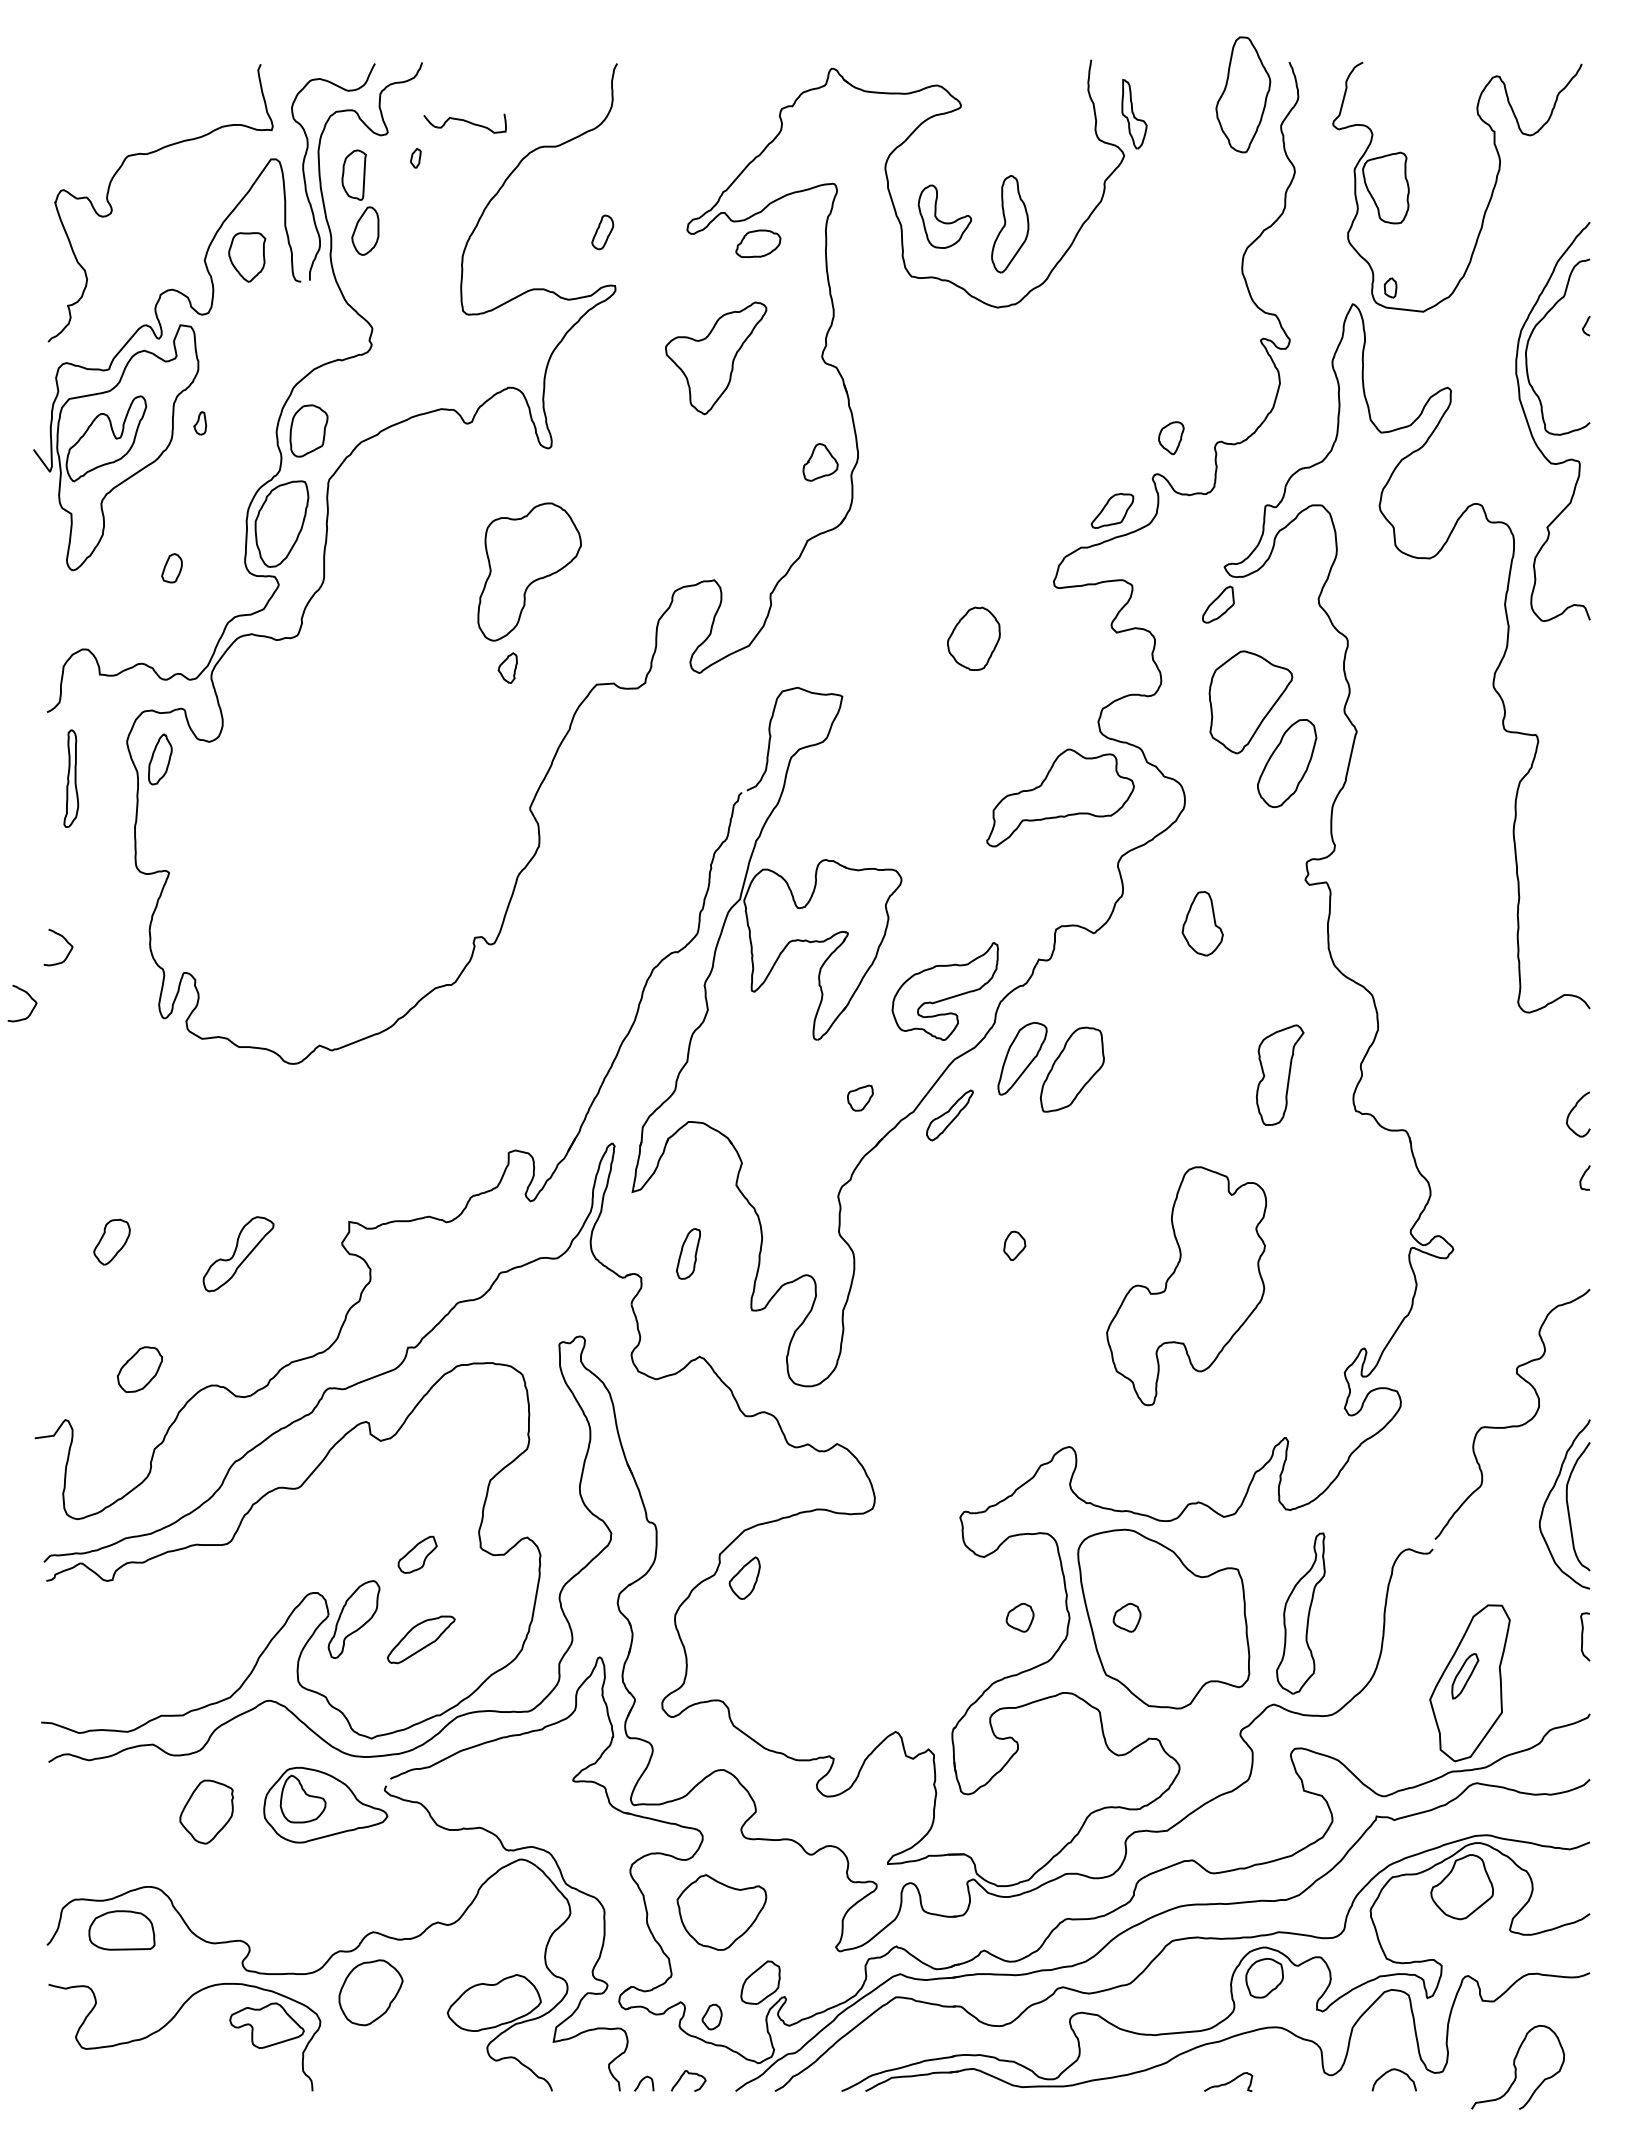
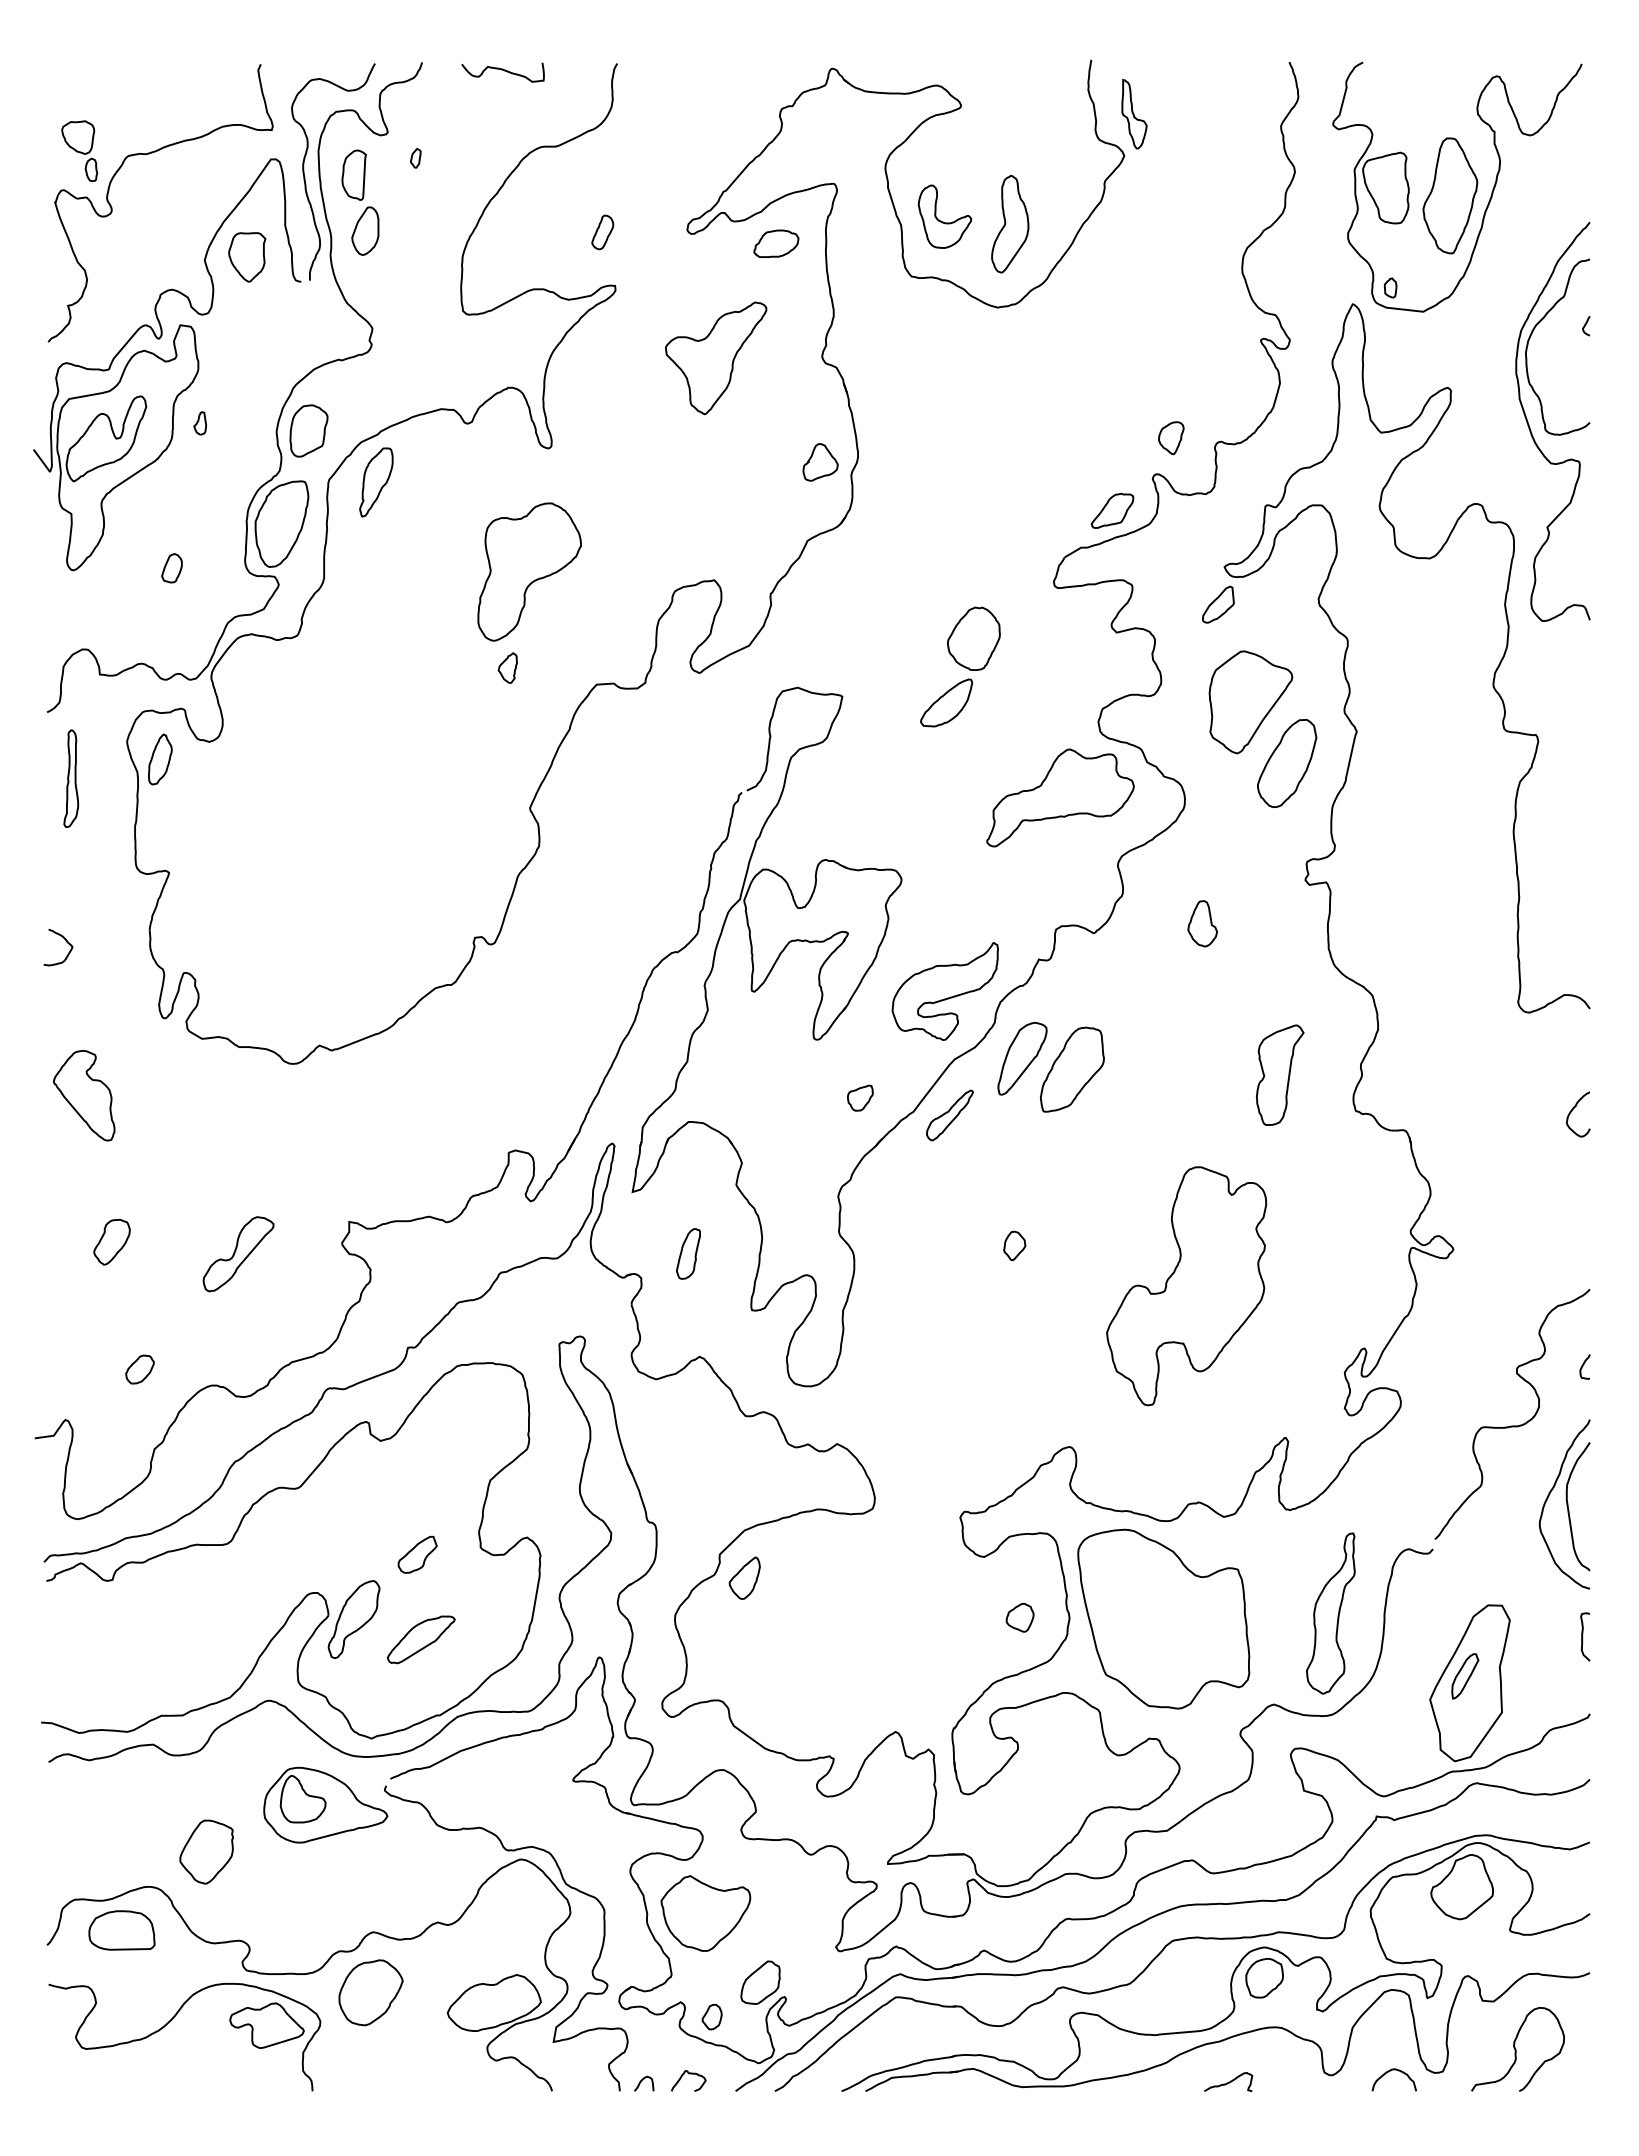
part at (1243, 94) position: (1243, 94) -> (1450, 195)
curve at (464, 121) position: (464, 121) -> (502, 70)
part at (79, 150): none -> present
part at (758, 243) position: (758, 243) -> (776, 243)
part at (376, 482): none -> present
part at (946, 702): none -> present
part at (1202, 923) size: 43x66 px -> 31x48 px
curve at (30, 998): present -> none
part at (84, 1095): none -> present
curve at (1583, 1177) position: (1583, 1177) -> (1583, 1366)
part at (139, 1369) size: 47x47 px -> 30x31 px
part at (1300, 1613) position: (1300, 1613) -> (1330, 1613)
part at (1126, 1617): present -> none
part at (206, 1811) position: (206, 1811) -> (206, 1851)
part at (721, 1912) position: (721, 1912) -> (705, 1913)
curve at (1516, 2067) position: (1516, 2067) -> (1516, 2049)
